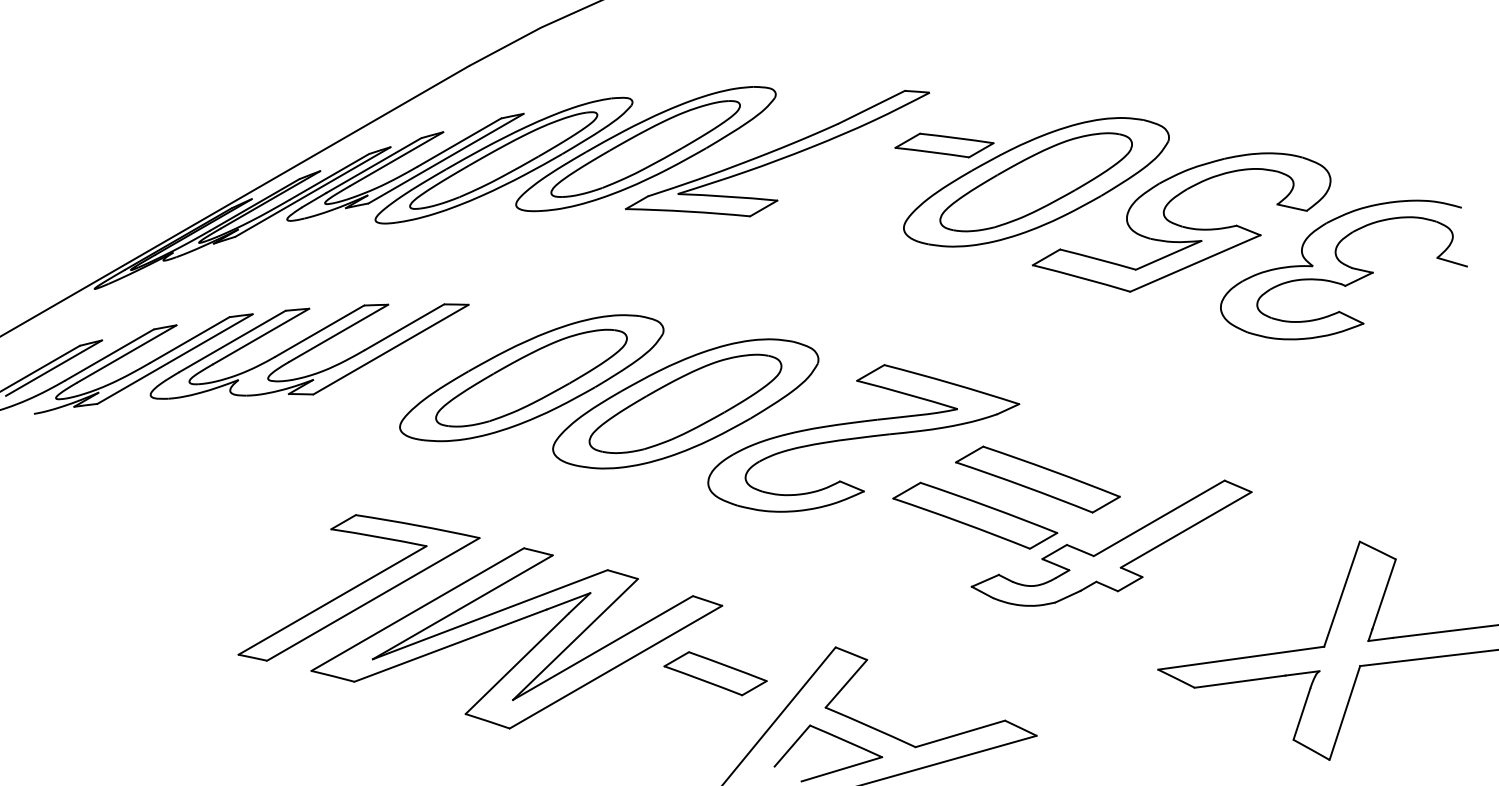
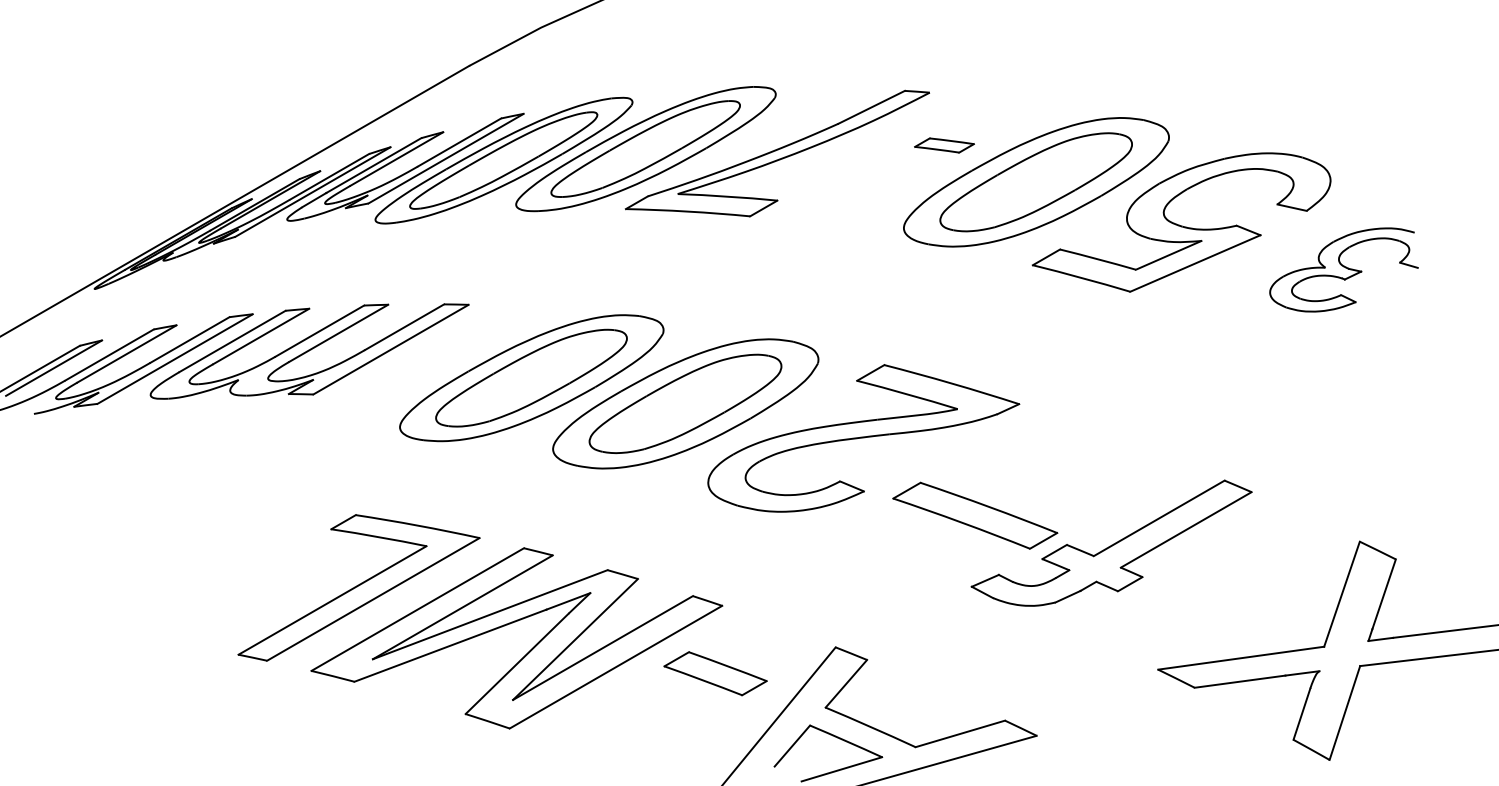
part at (944, 145) size: 101x27 px -> 61x17 px
part at (1343, 269) size: 248x142 px -> 150x86 px
part at (1037, 479): present -> none
